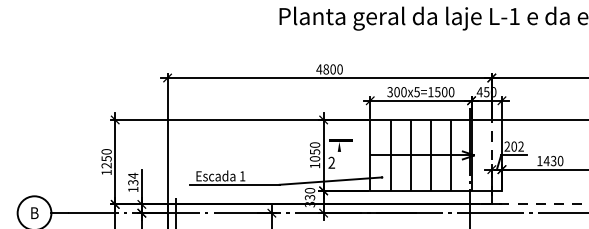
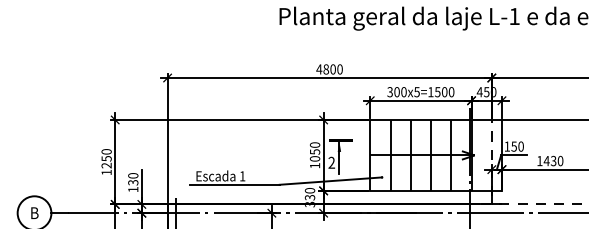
text at (513, 146): 202 -> 150
line at (339, 157): none -> present
text at (133, 175): 134 -> 130
